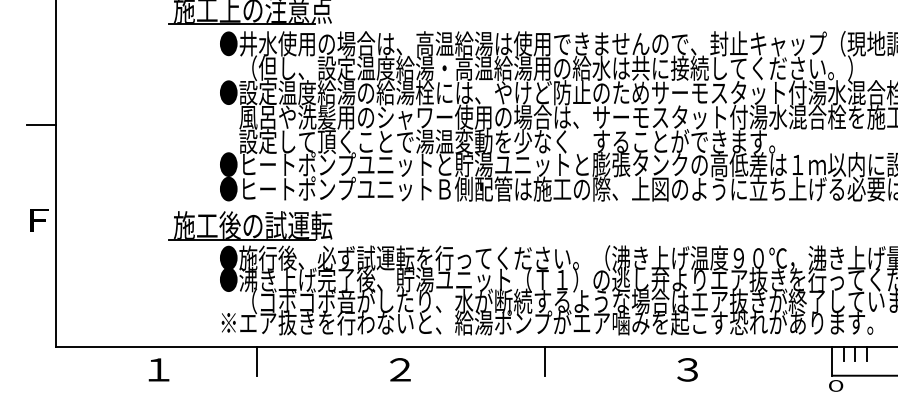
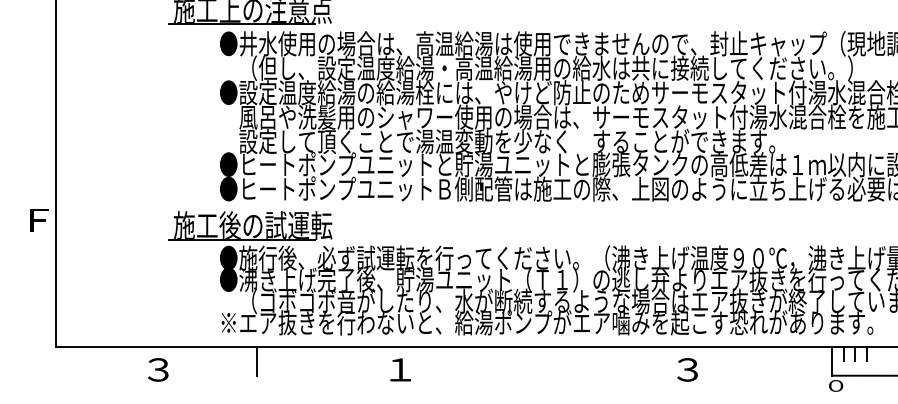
line at (40, 125): present -> none
line at (544, 360): present -> none
text at (158, 369): １ -> ３
text at (400, 369): ２ -> １
